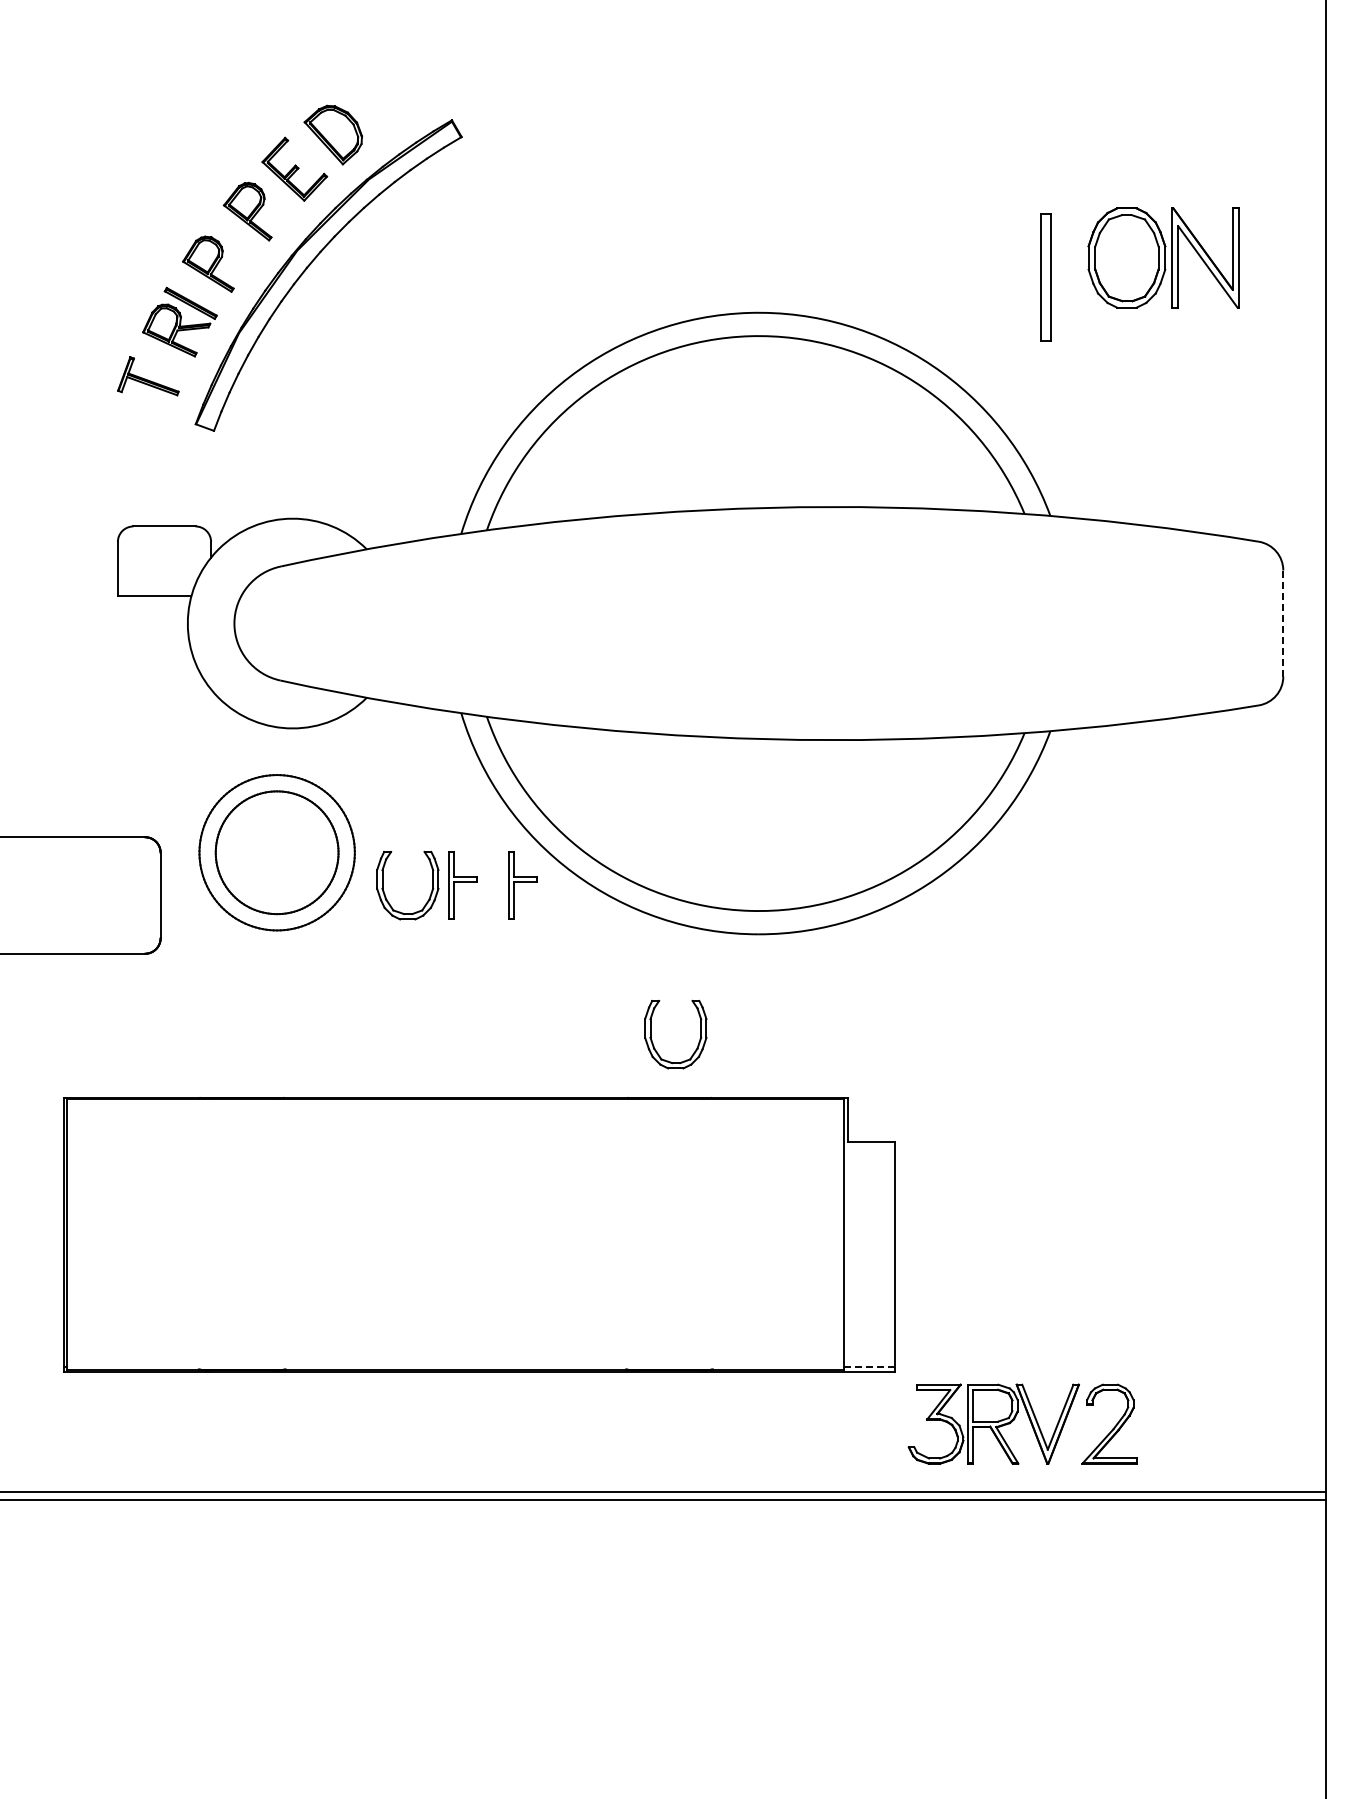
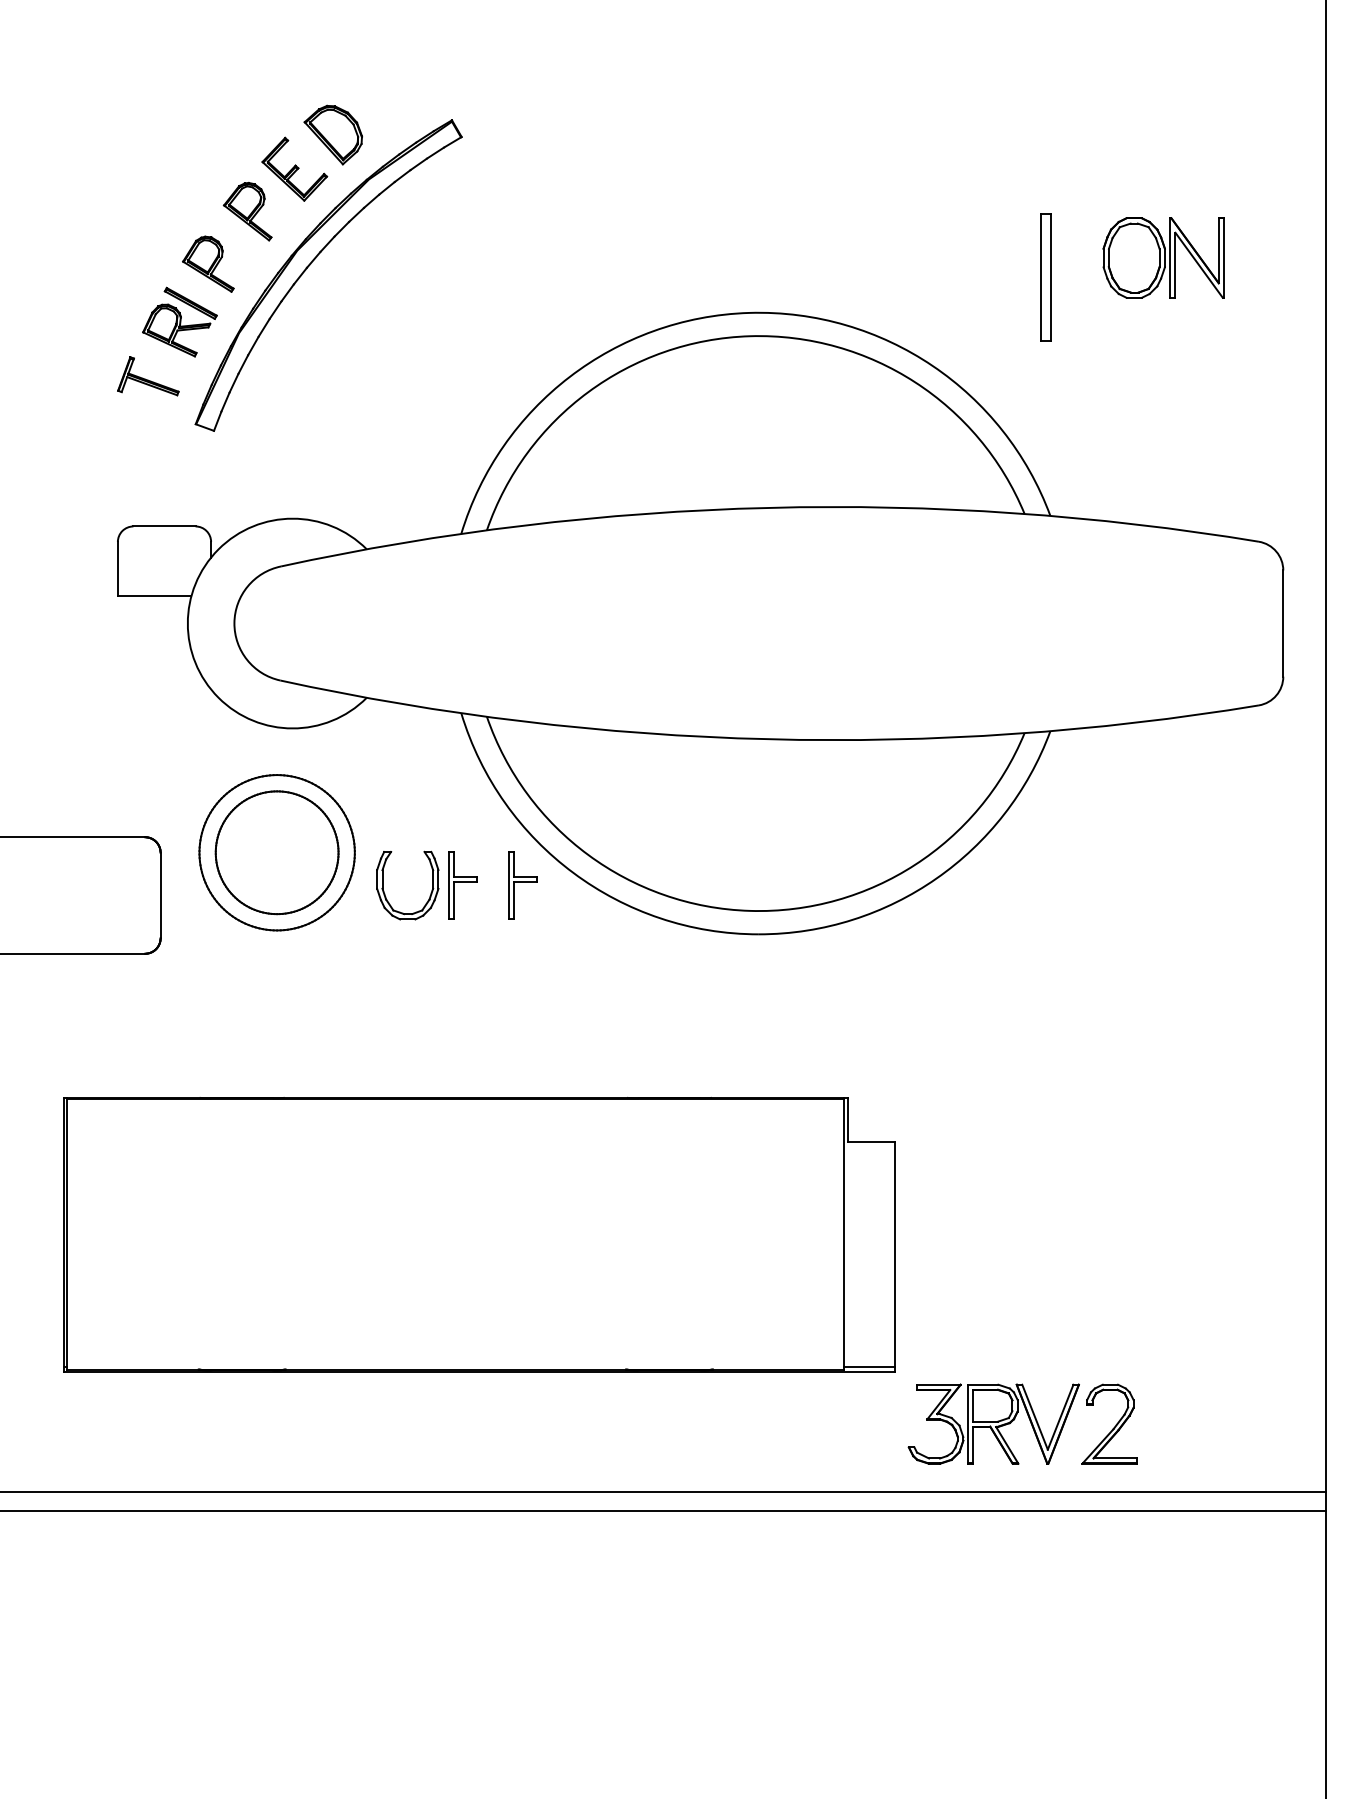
part at (1163, 257) size: 153x102 px -> 123x82 px
line at (1283, 623): dashed -> solid
part at (653, 1042): present -> none
line at (870, 1367): dashed -> solid
line at (664, 1500) position: (664, 1500) -> (664, 1511)
